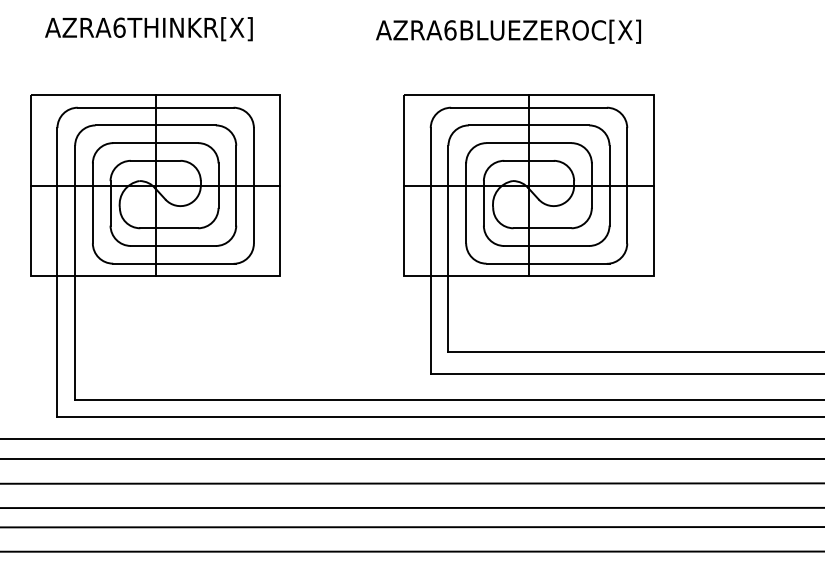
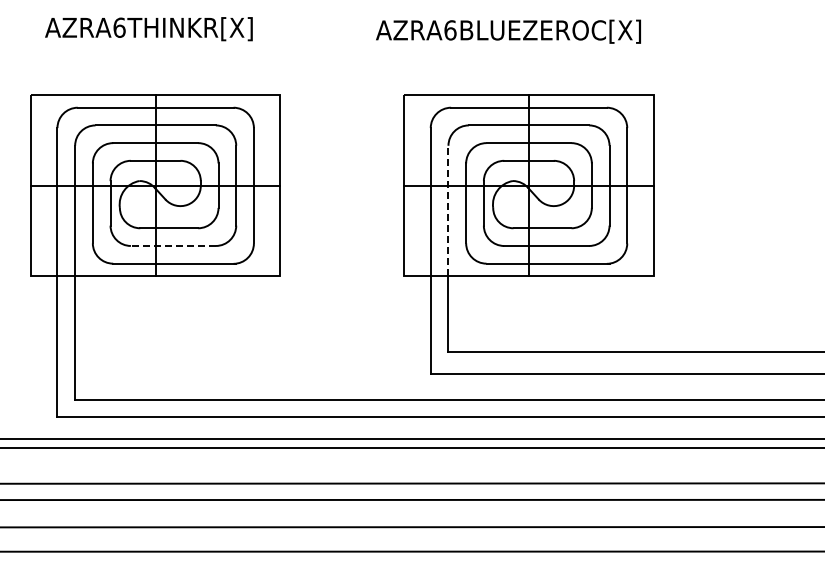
line at (448, 210): solid -> dashed
line at (172, 245): solid -> dashed
line at (411, 459) position: (411, 459) -> (411, 448)
line at (411, 507) position: (411, 507) -> (411, 499)
